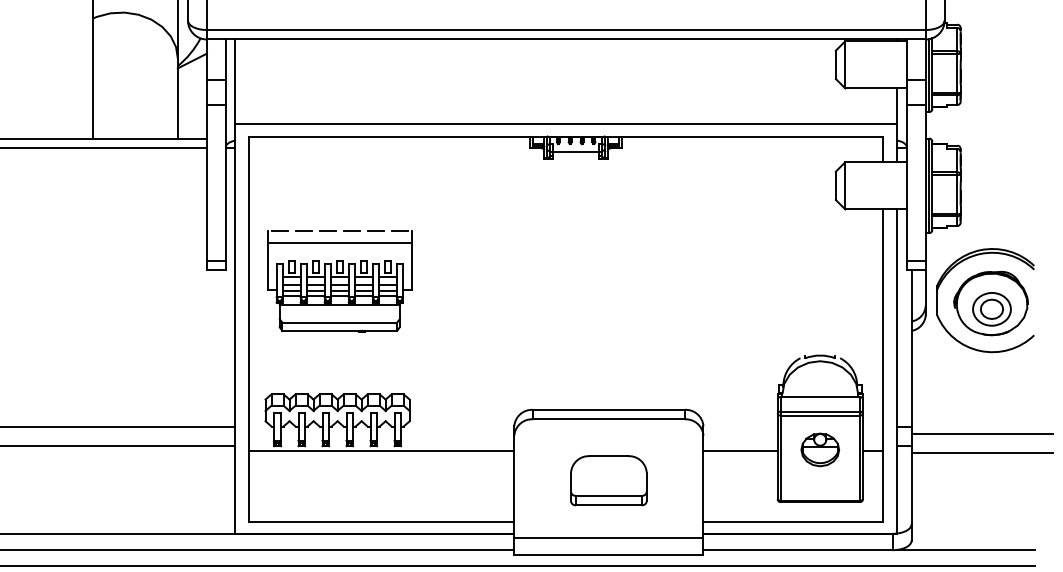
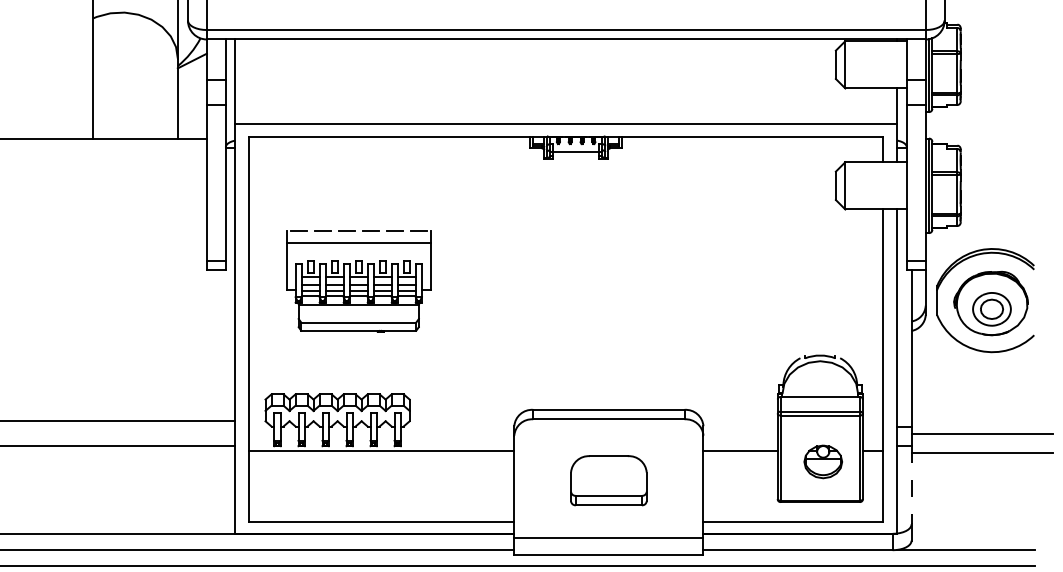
line at (104, 148): present -> none
part at (339, 281) position: (339, 281) -> (358, 281)
line at (118, 426) position: (118, 426) -> (118, 420)
part at (819, 449) position: (819, 449) -> (822, 461)
line at (911, 485): solid -> dashed
